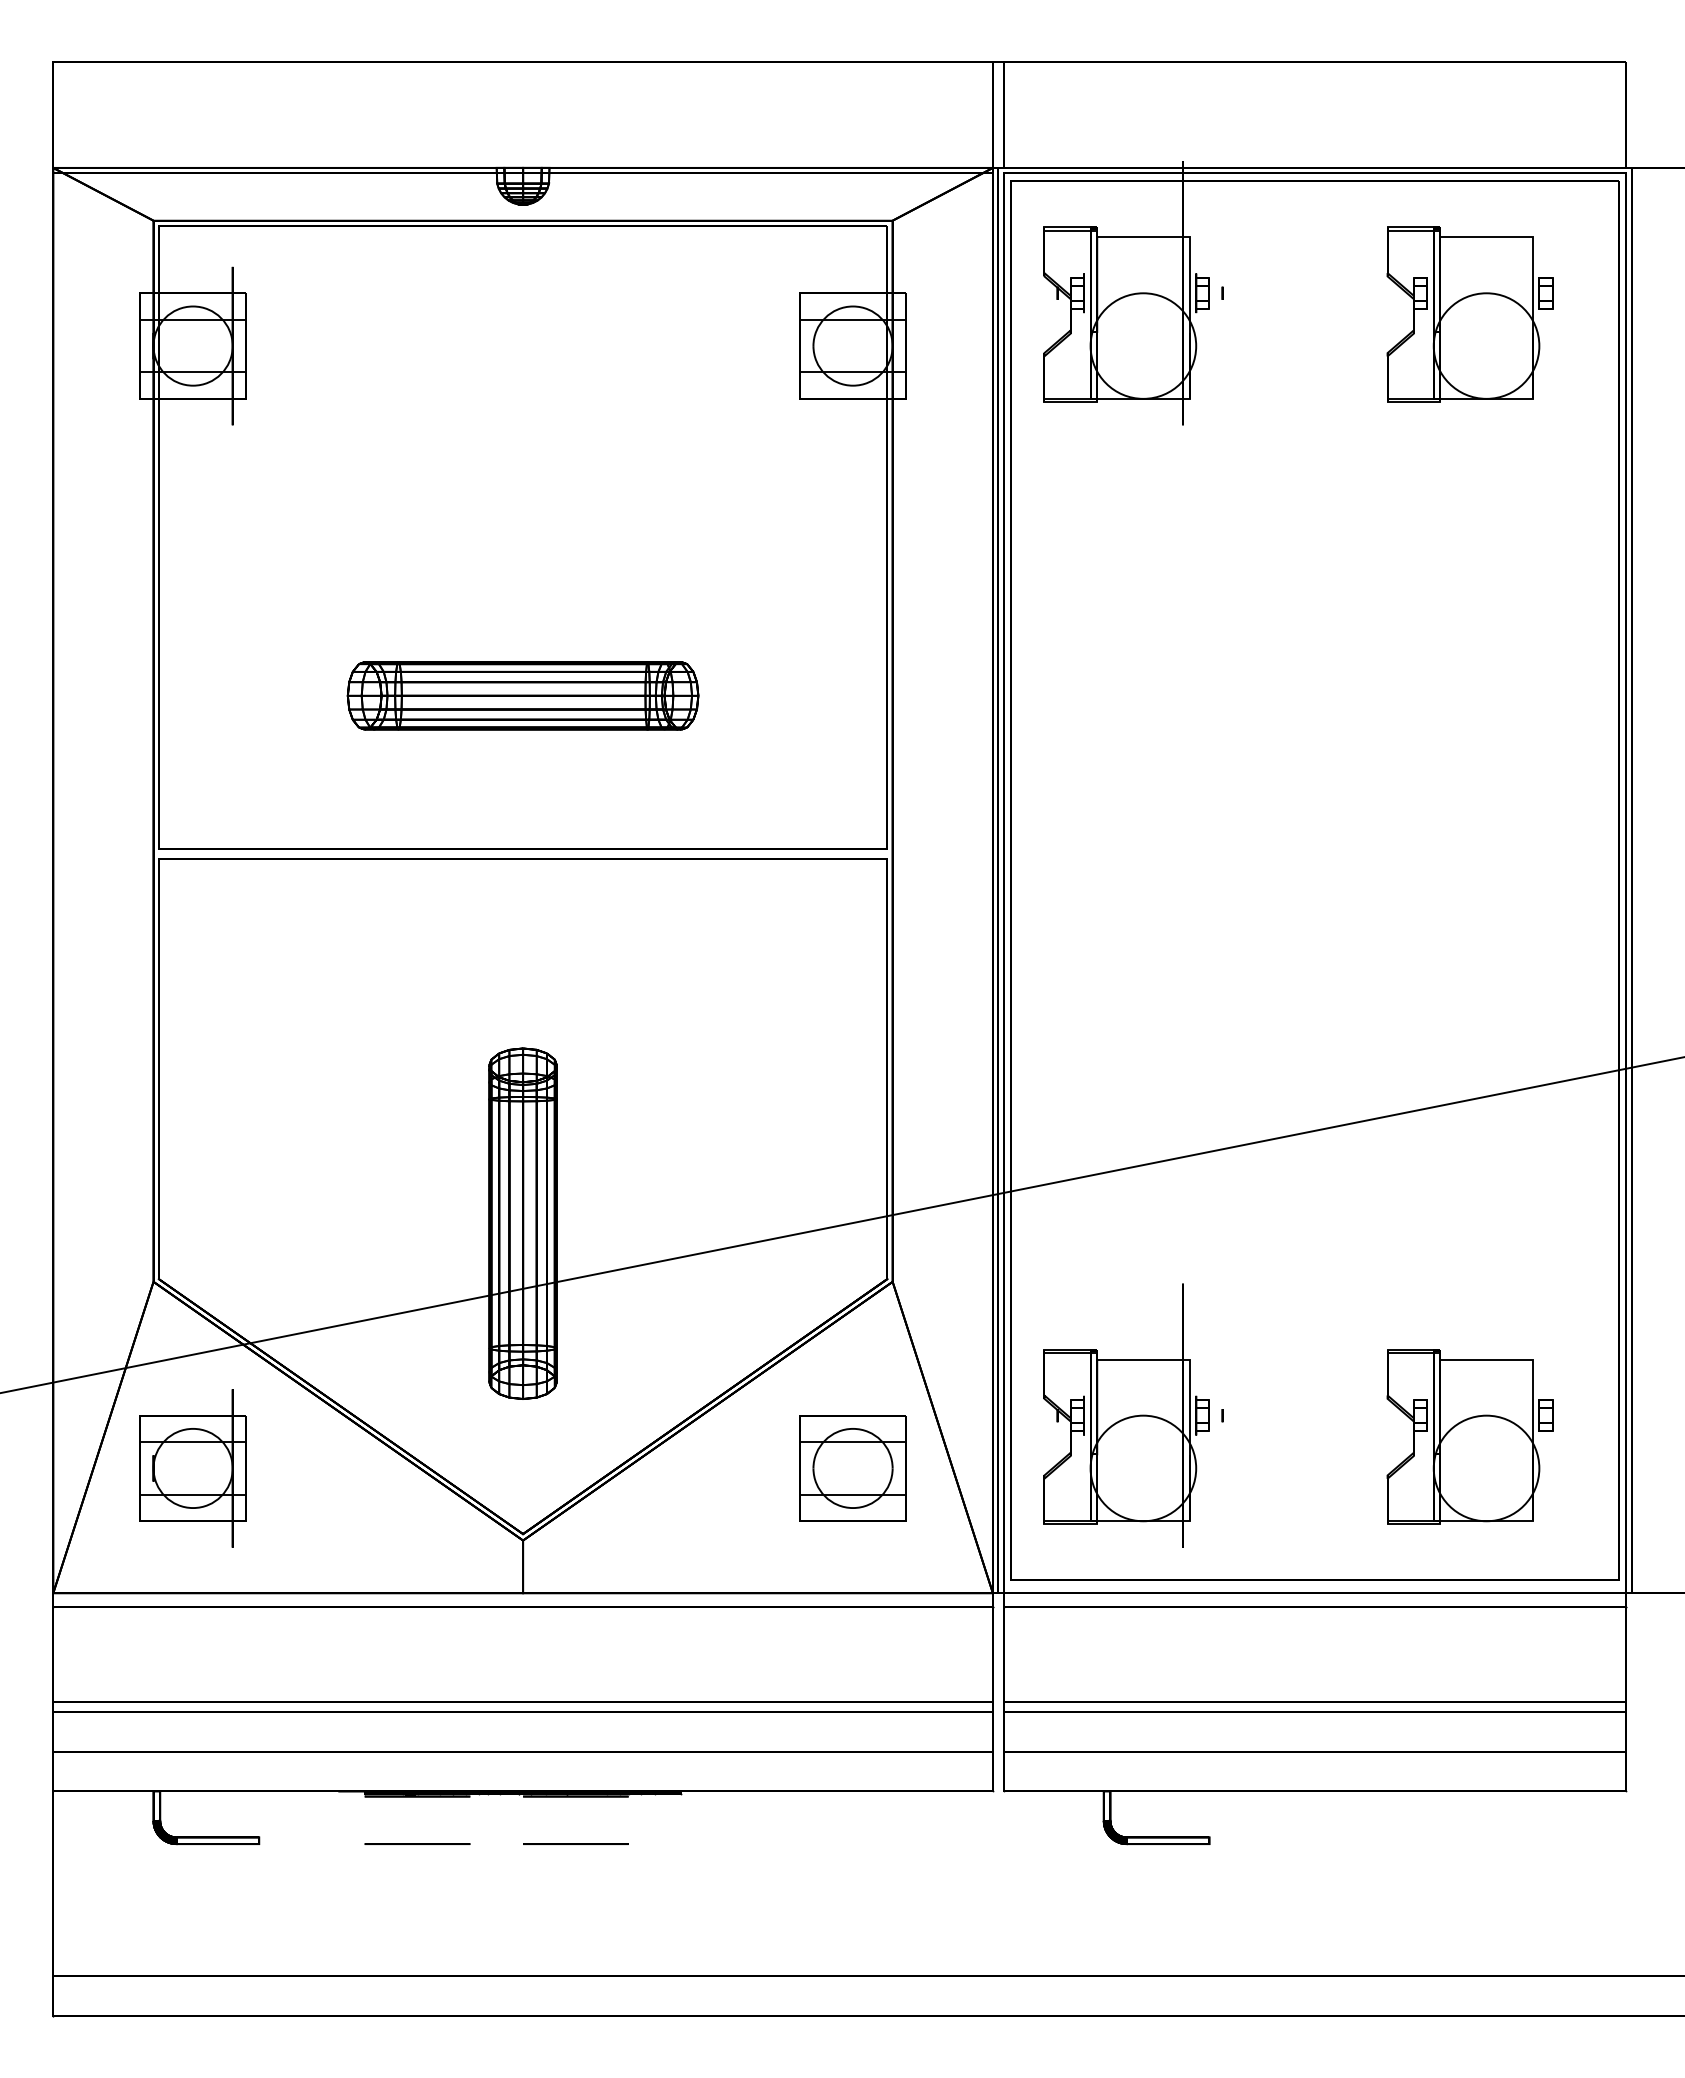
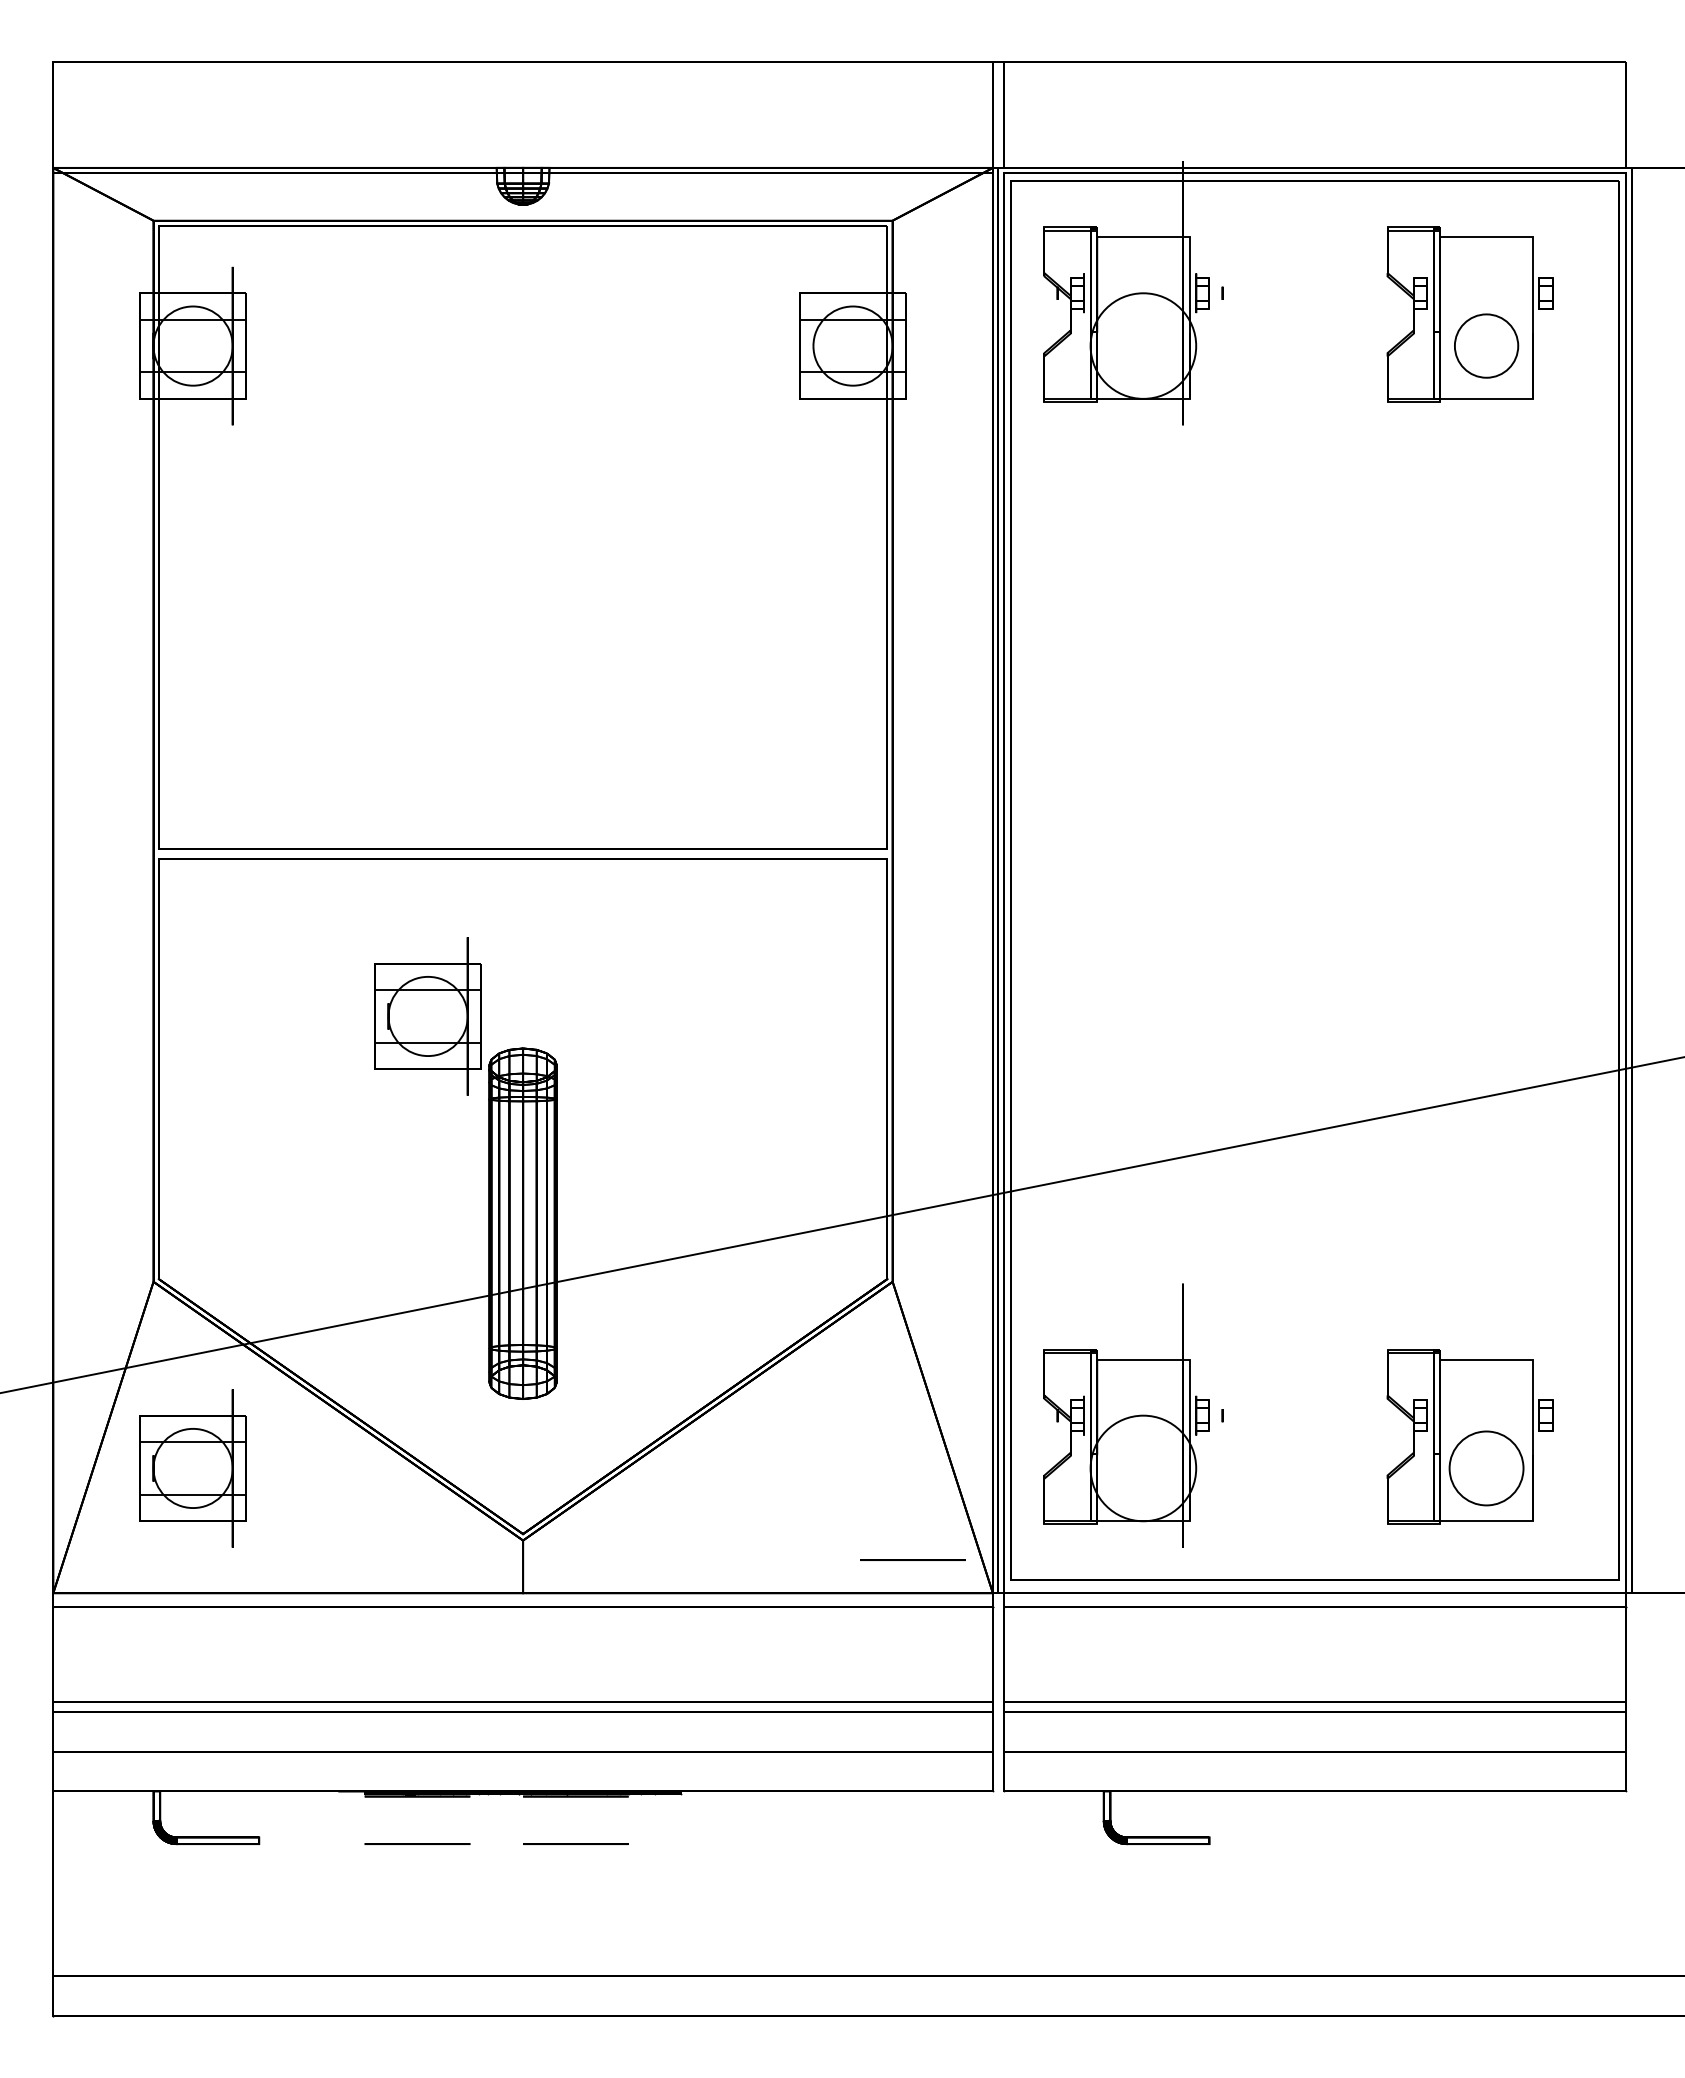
circle at (1486, 345) diameter: 106 px -> 63 px
part at (522, 695): present -> none
part at (427, 1016): none -> present
part at (852, 1468): present -> none
circle at (1486, 1468) diameter: 106 px -> 74 px
circle at (912, 1559): none -> present
